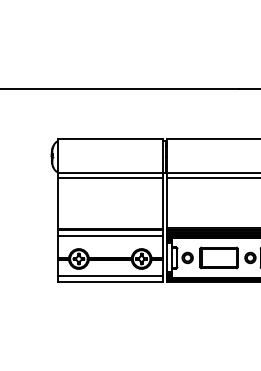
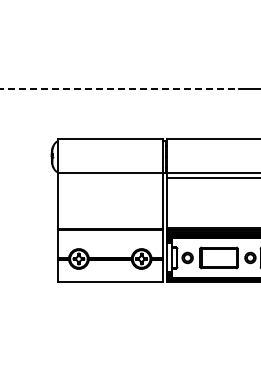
line at (119, 89): solid -> dashed
line at (110, 178): present -> none
line at (110, 236): present -> none
line at (110, 276): present -> none
